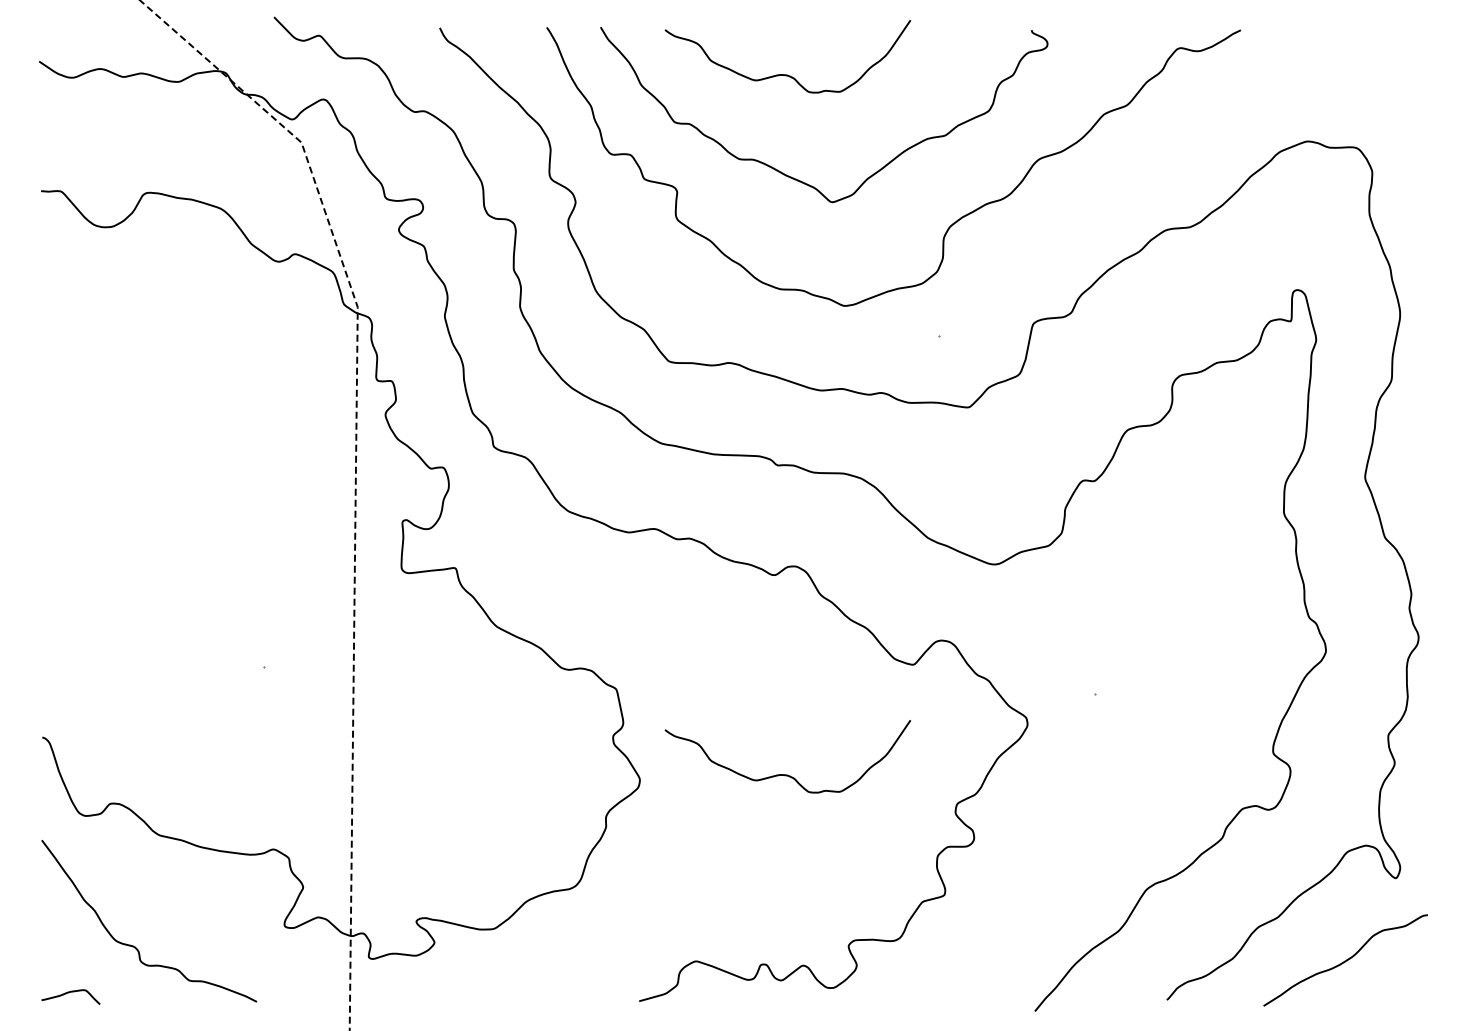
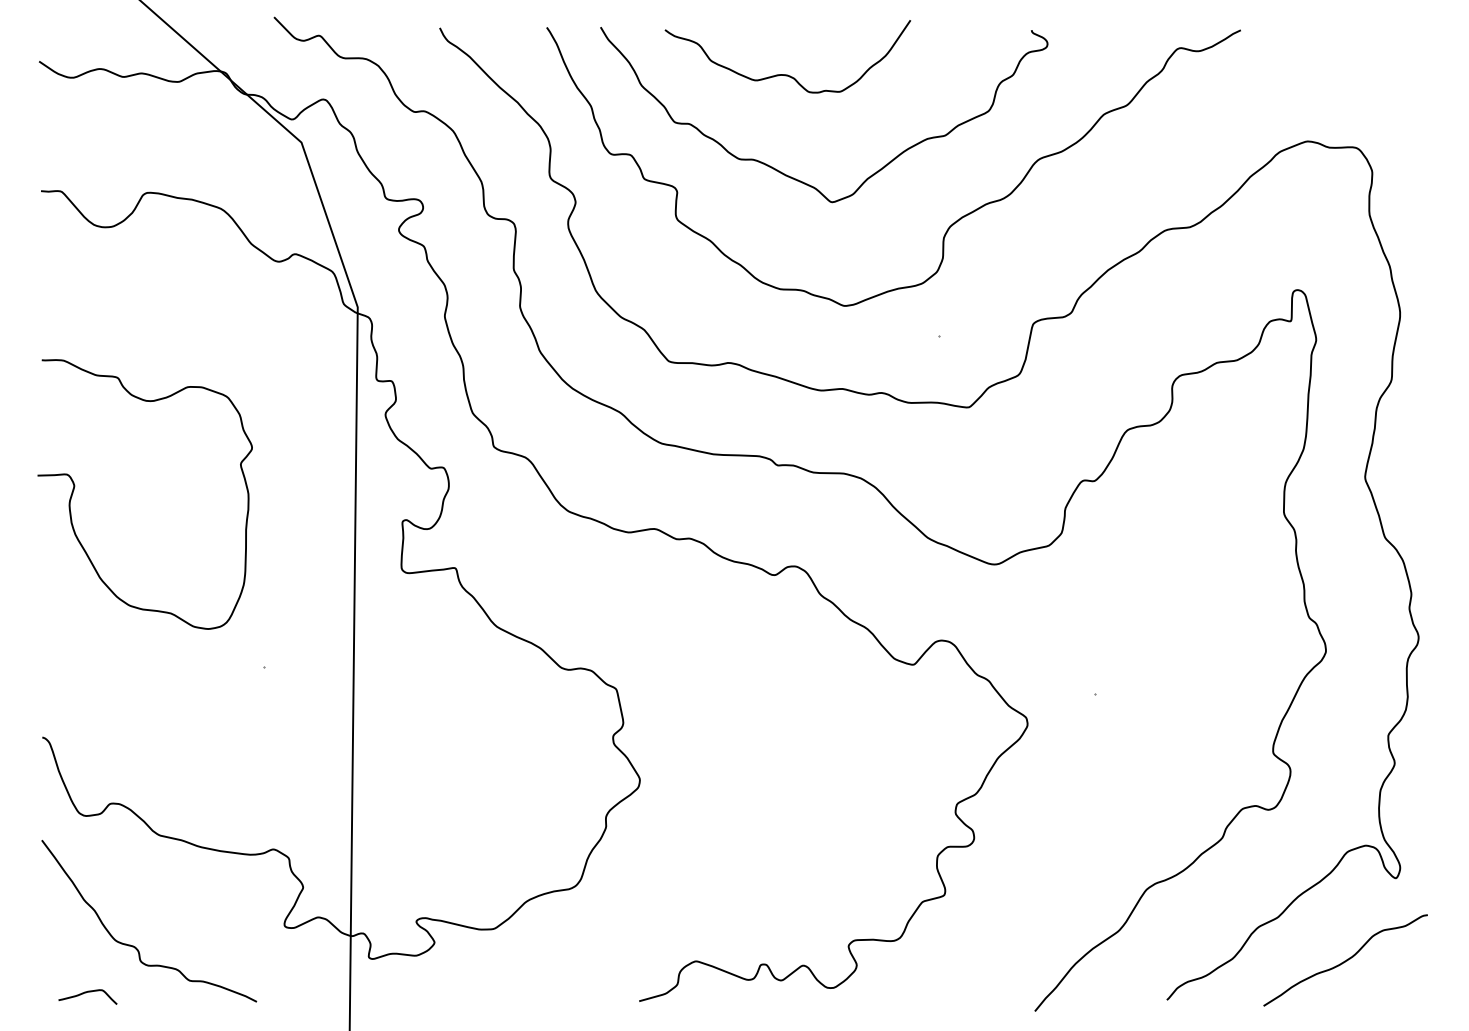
line at (355, 472): dashed -> solid
curve at (75, 486): none -> present
curve at (787, 774): present -> none
curve at (69, 993) position: (69, 993) -> (86, 993)
